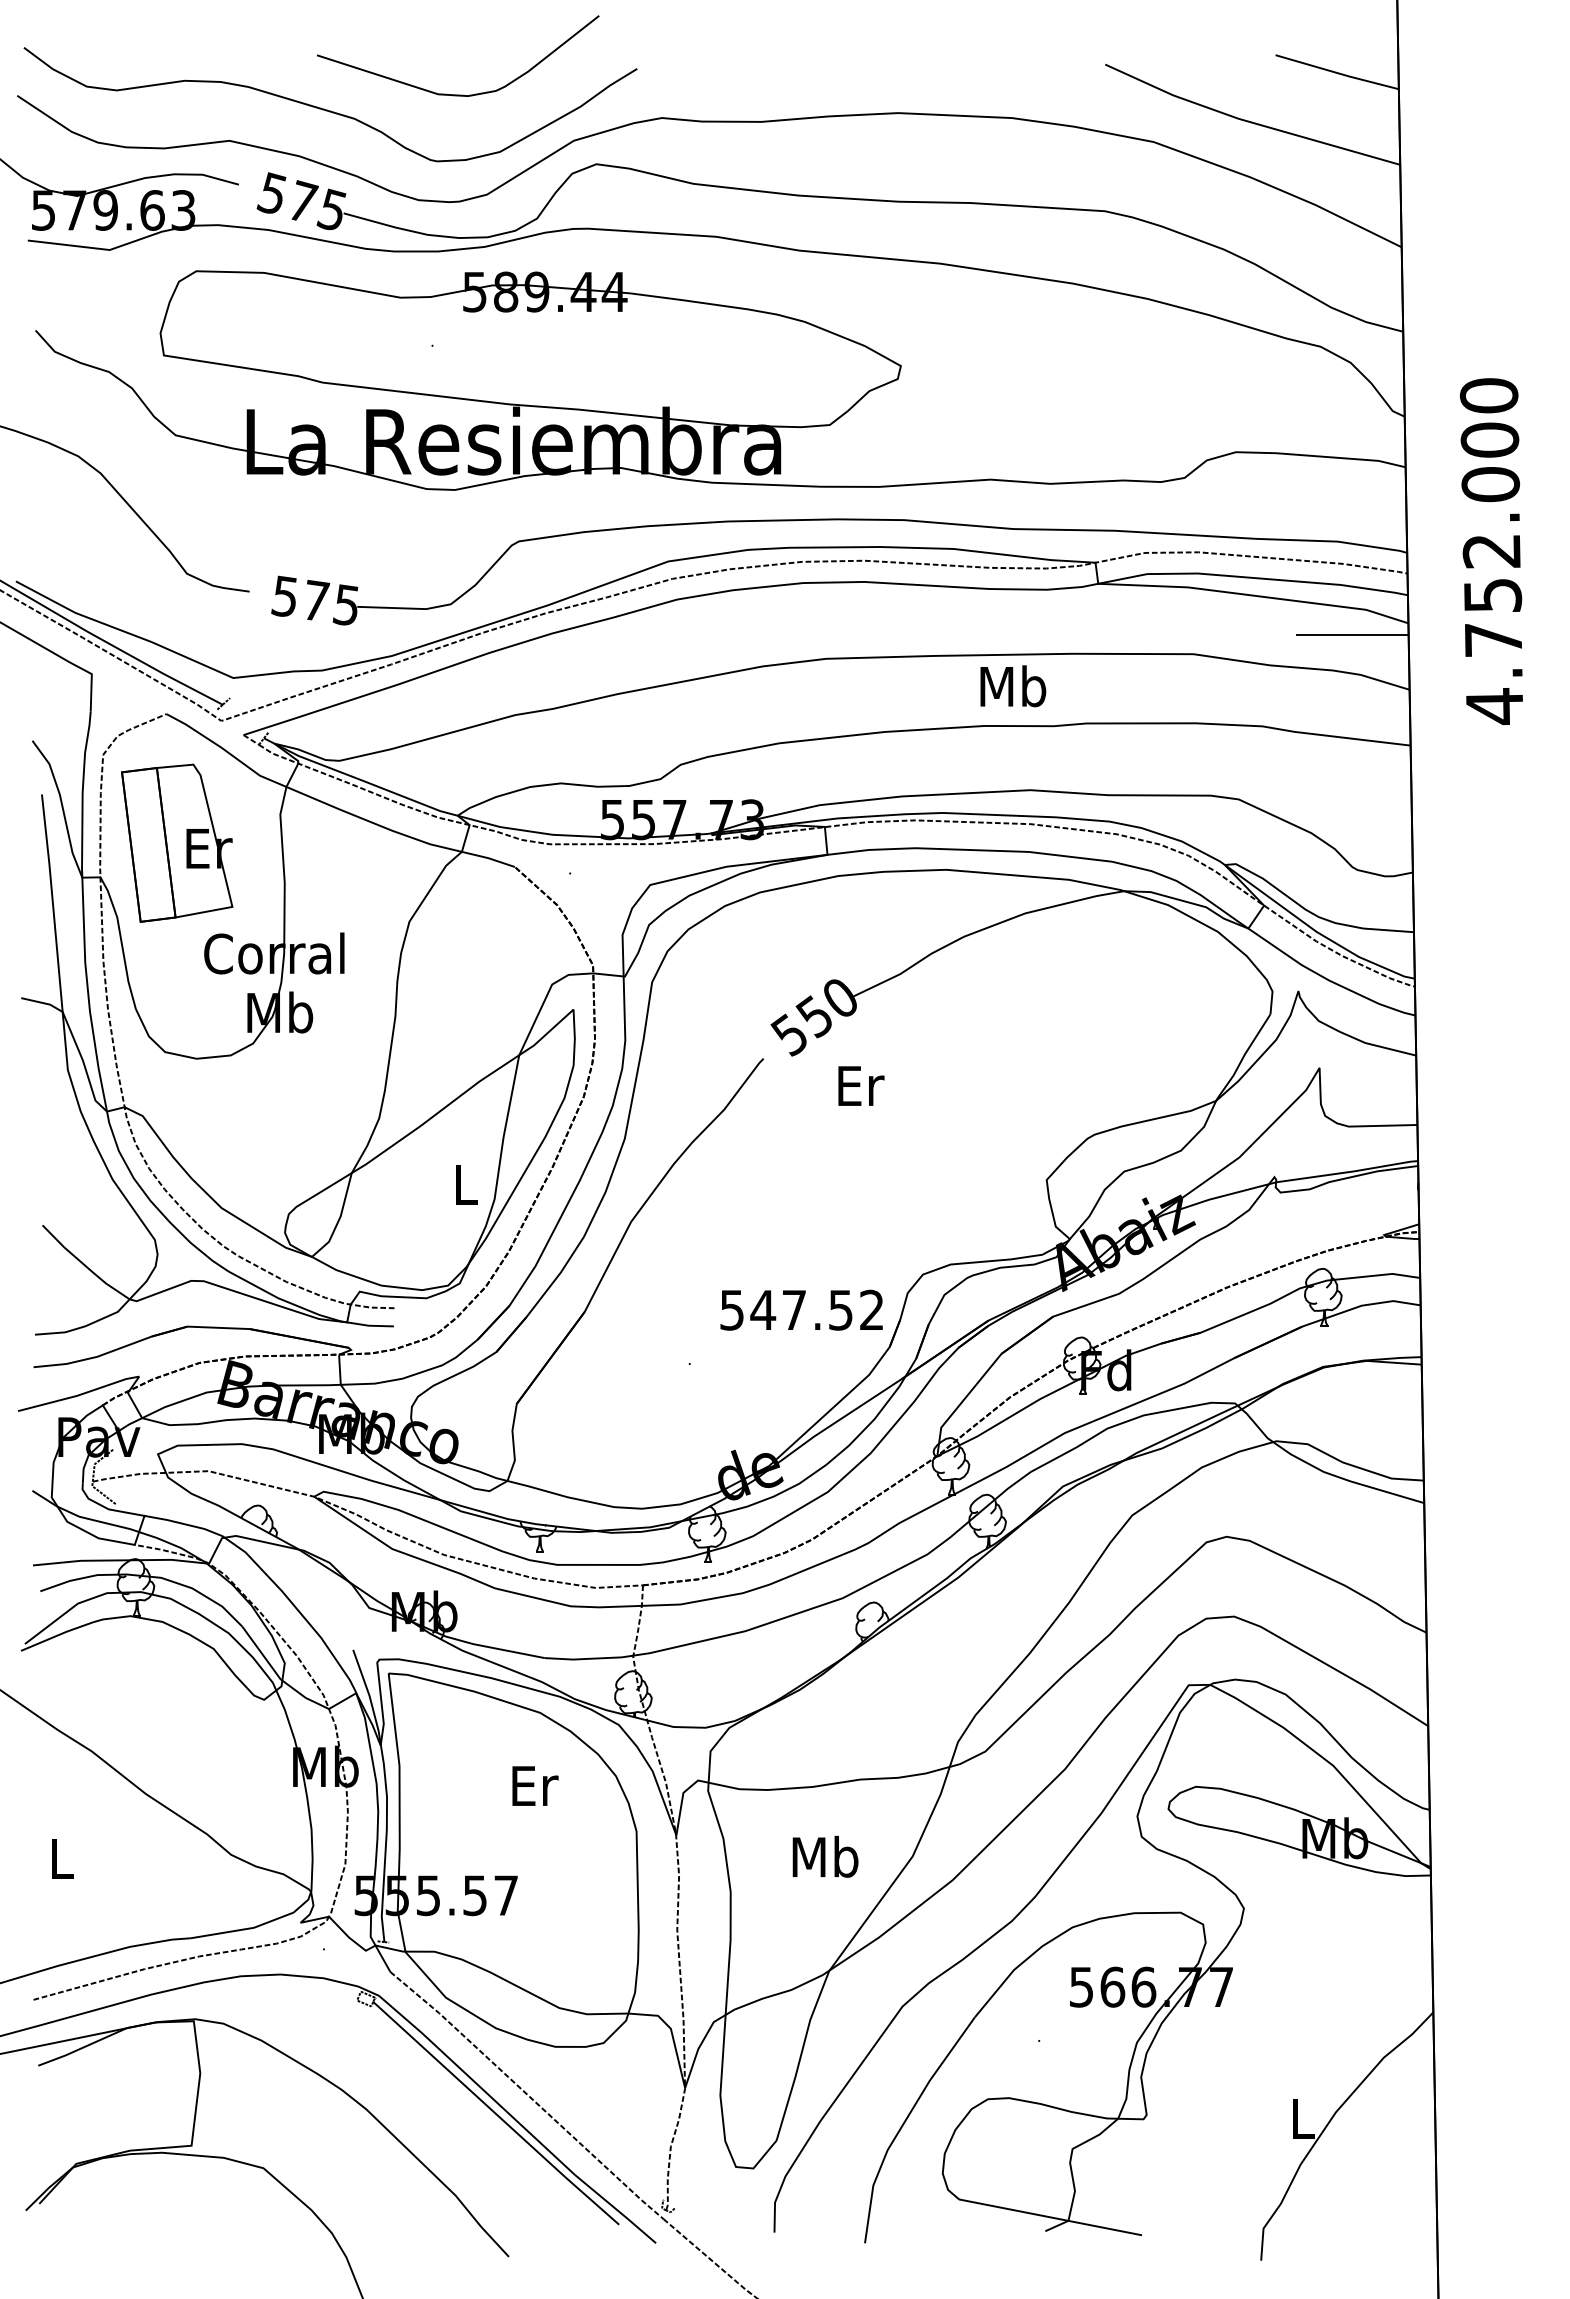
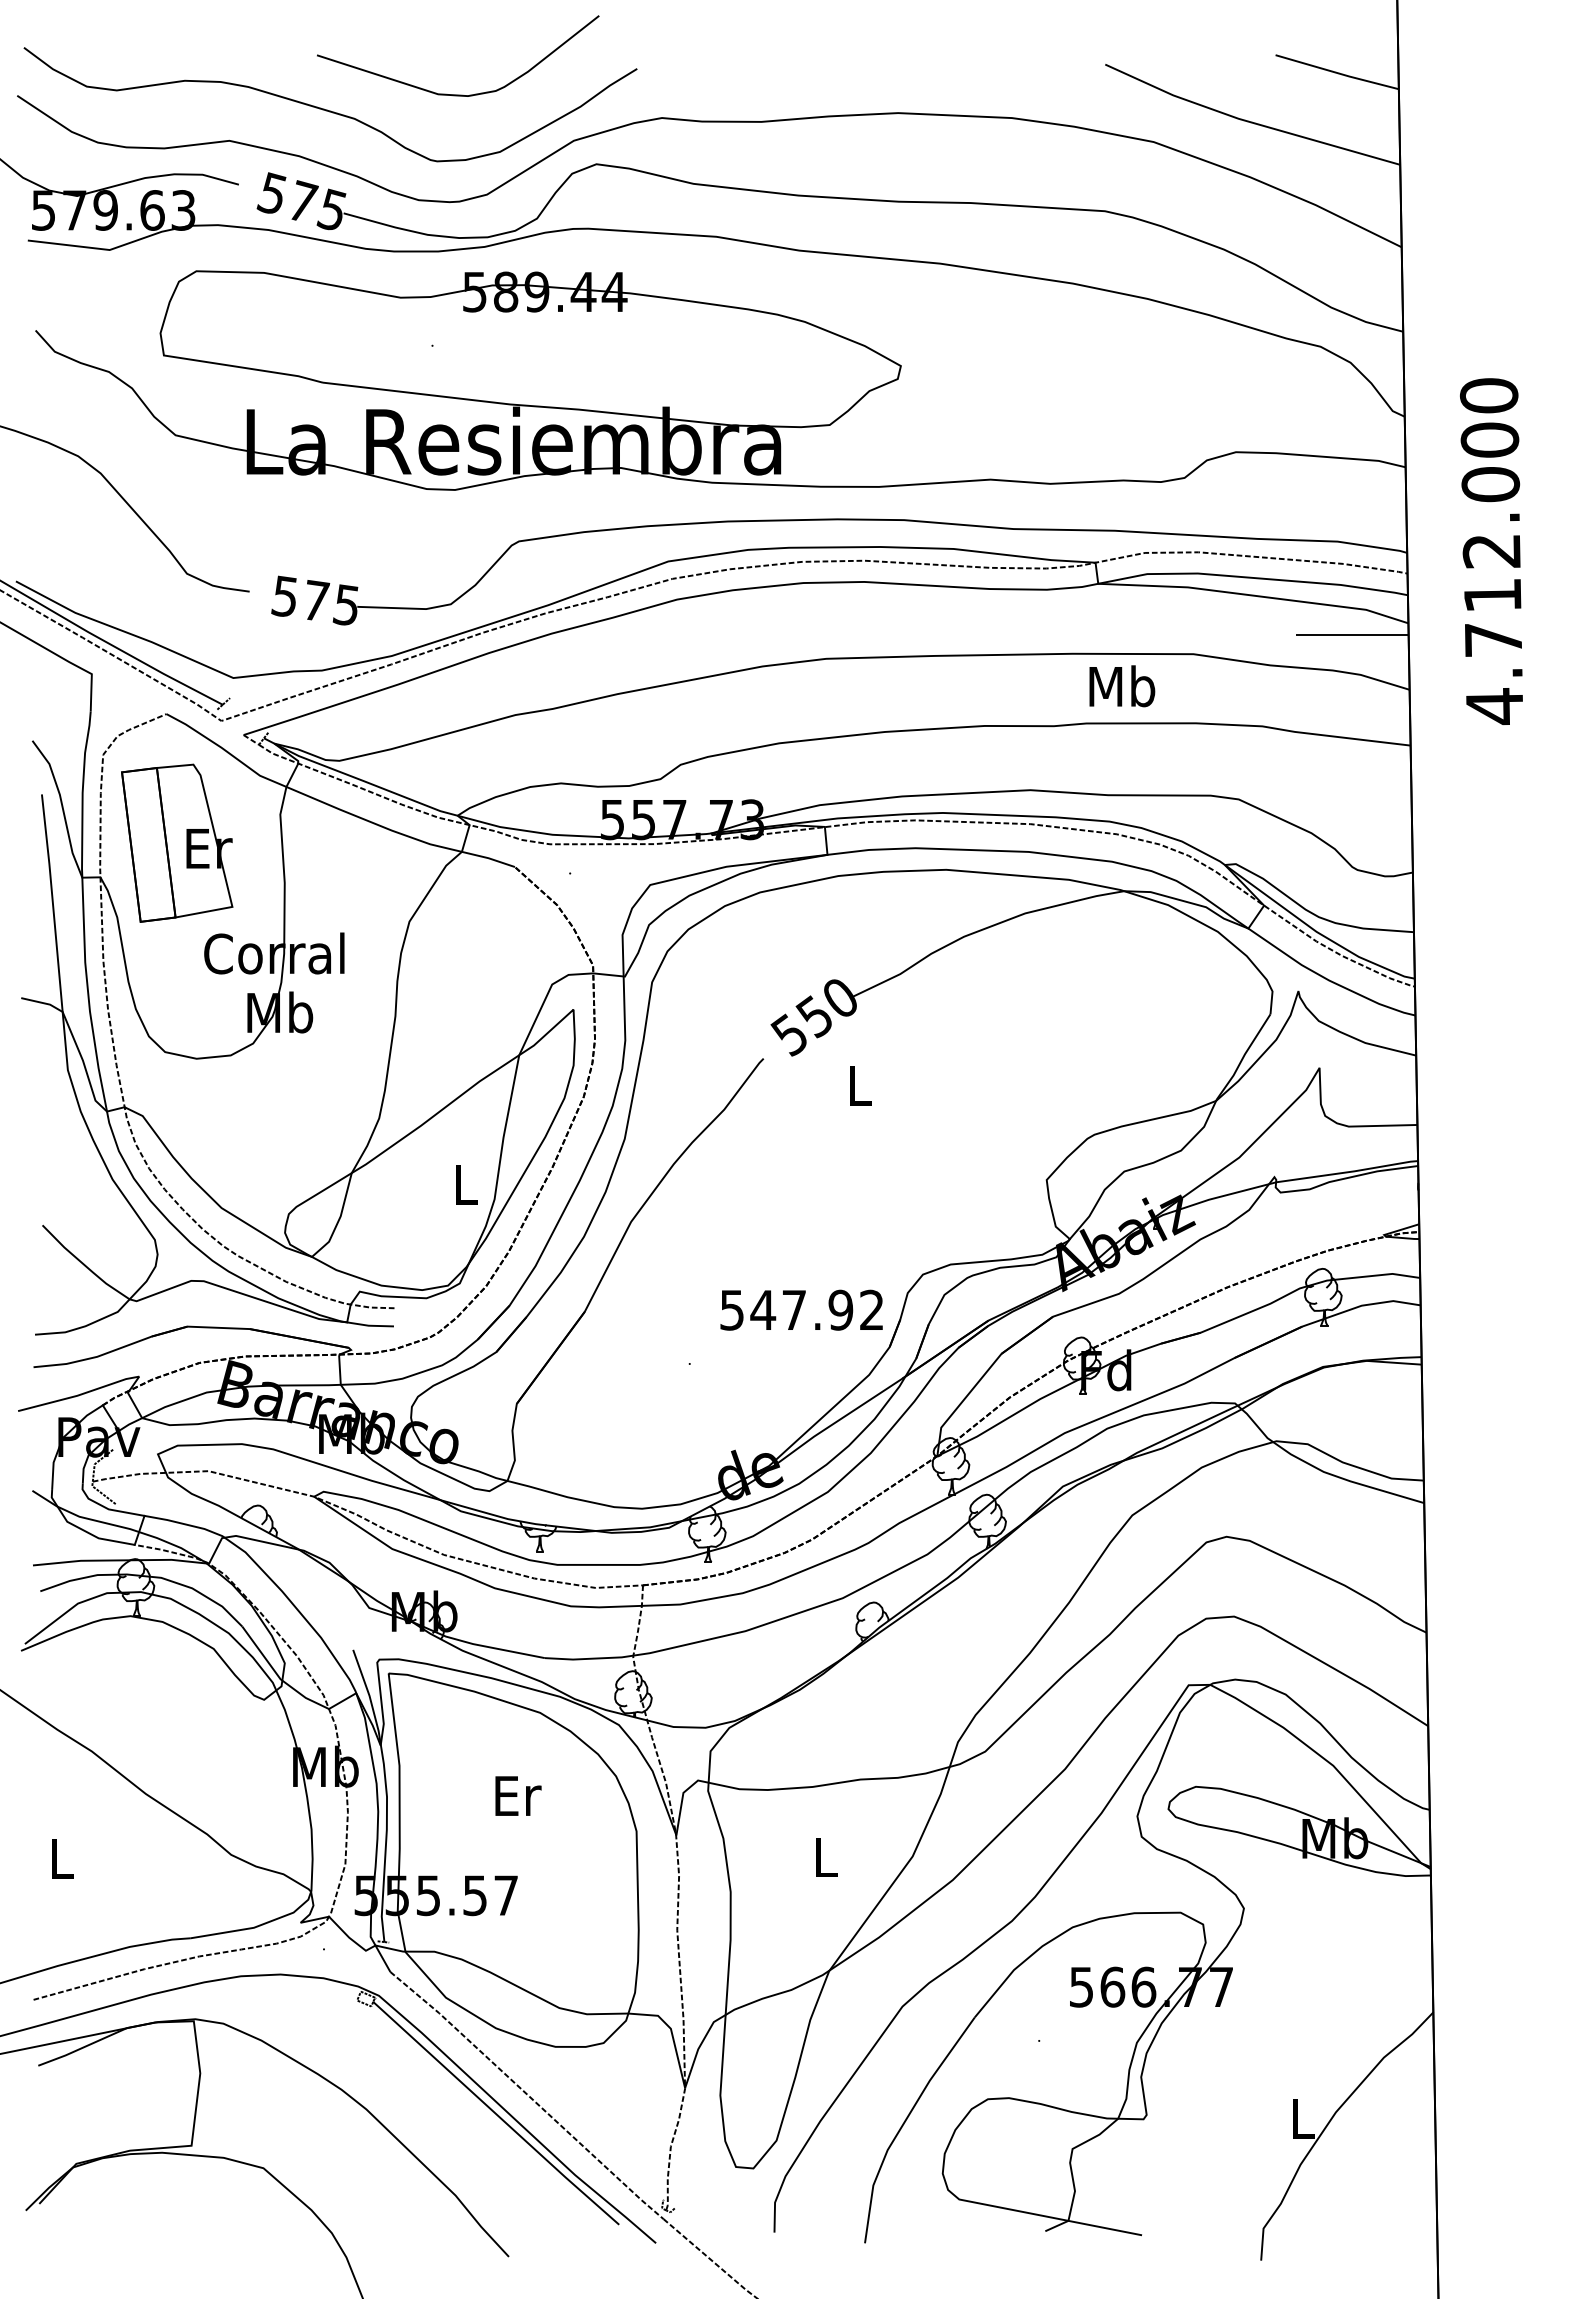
text at (1493, 595): 4.752.000 -> 4.712.000
text at (1013, 686) position: (1013, 686) -> (1122, 686)
text at (861, 1085): Er -> L
text at (840, 1309): 547.52 -> 547.92
text at (535, 1785) position: (535, 1785) -> (518, 1795)
text at (825, 1856): Mb -> L
